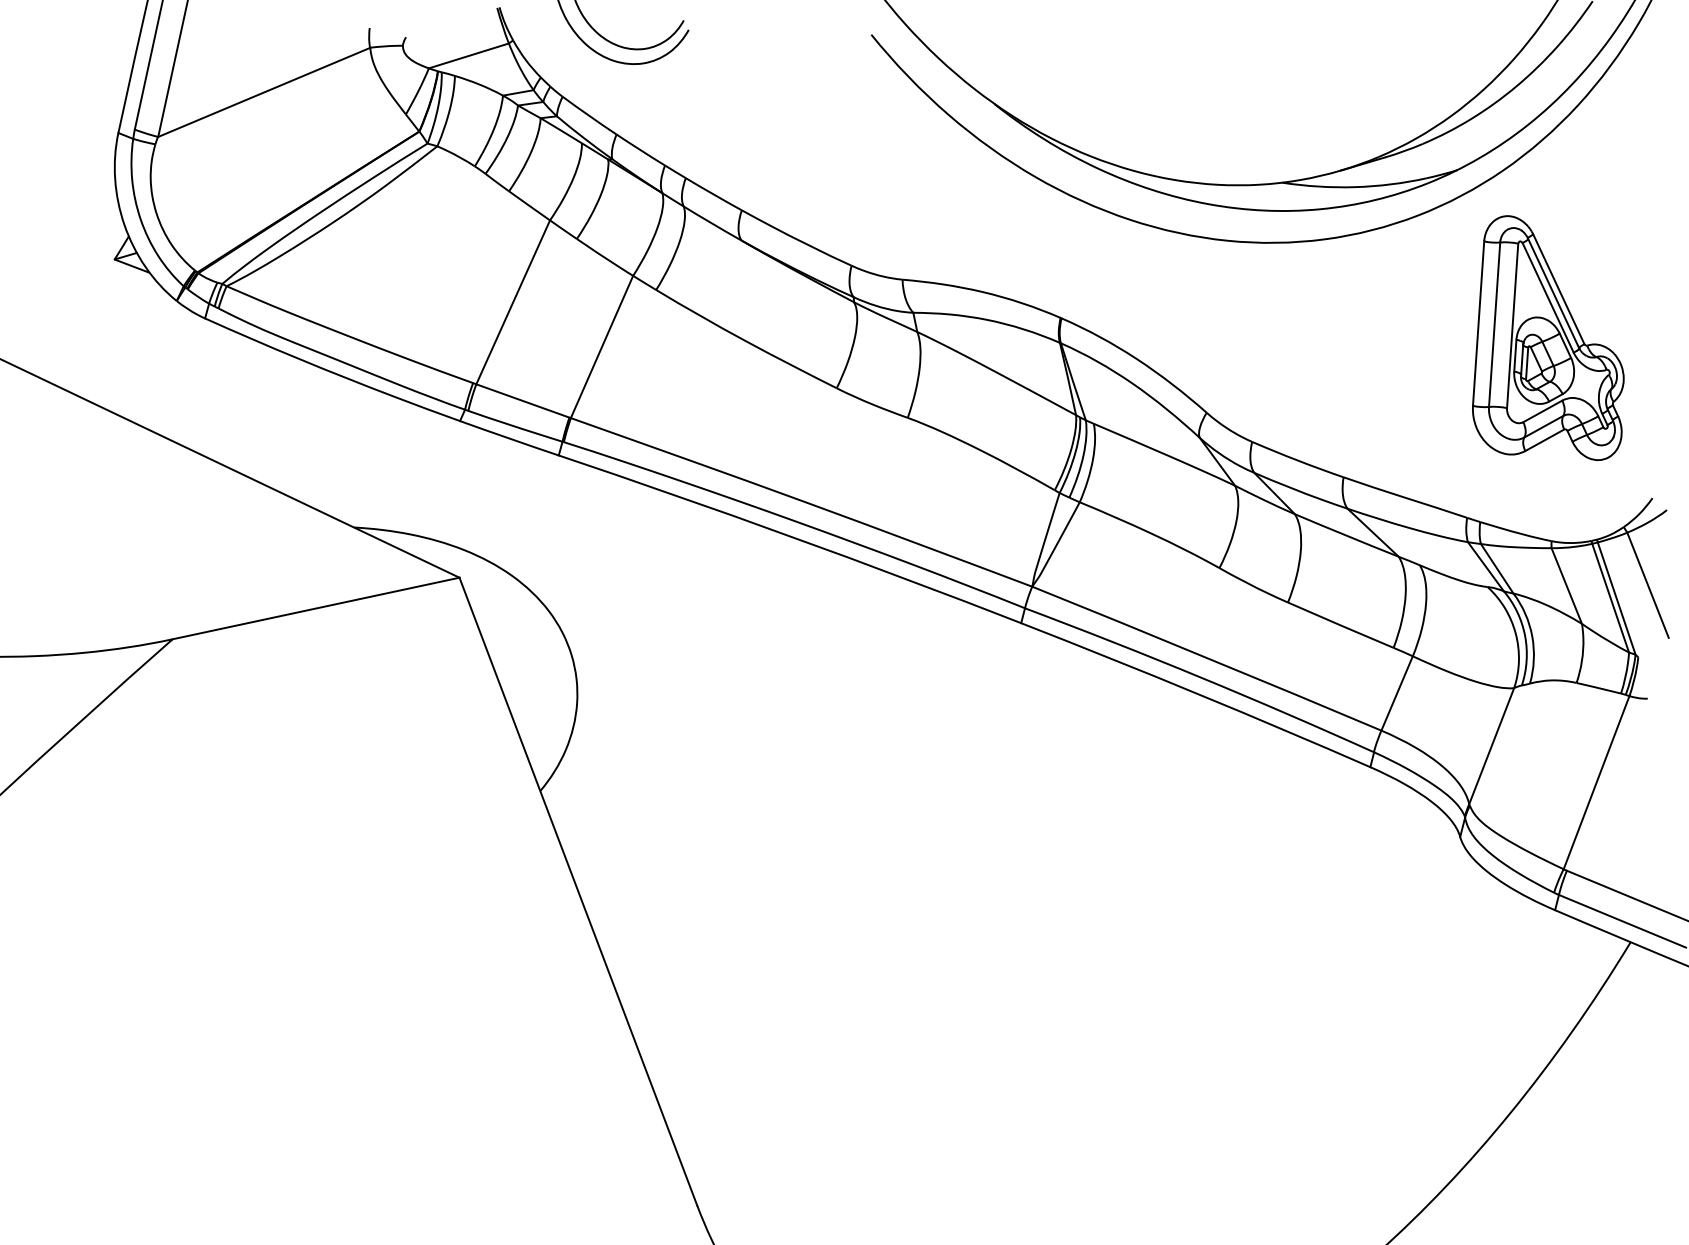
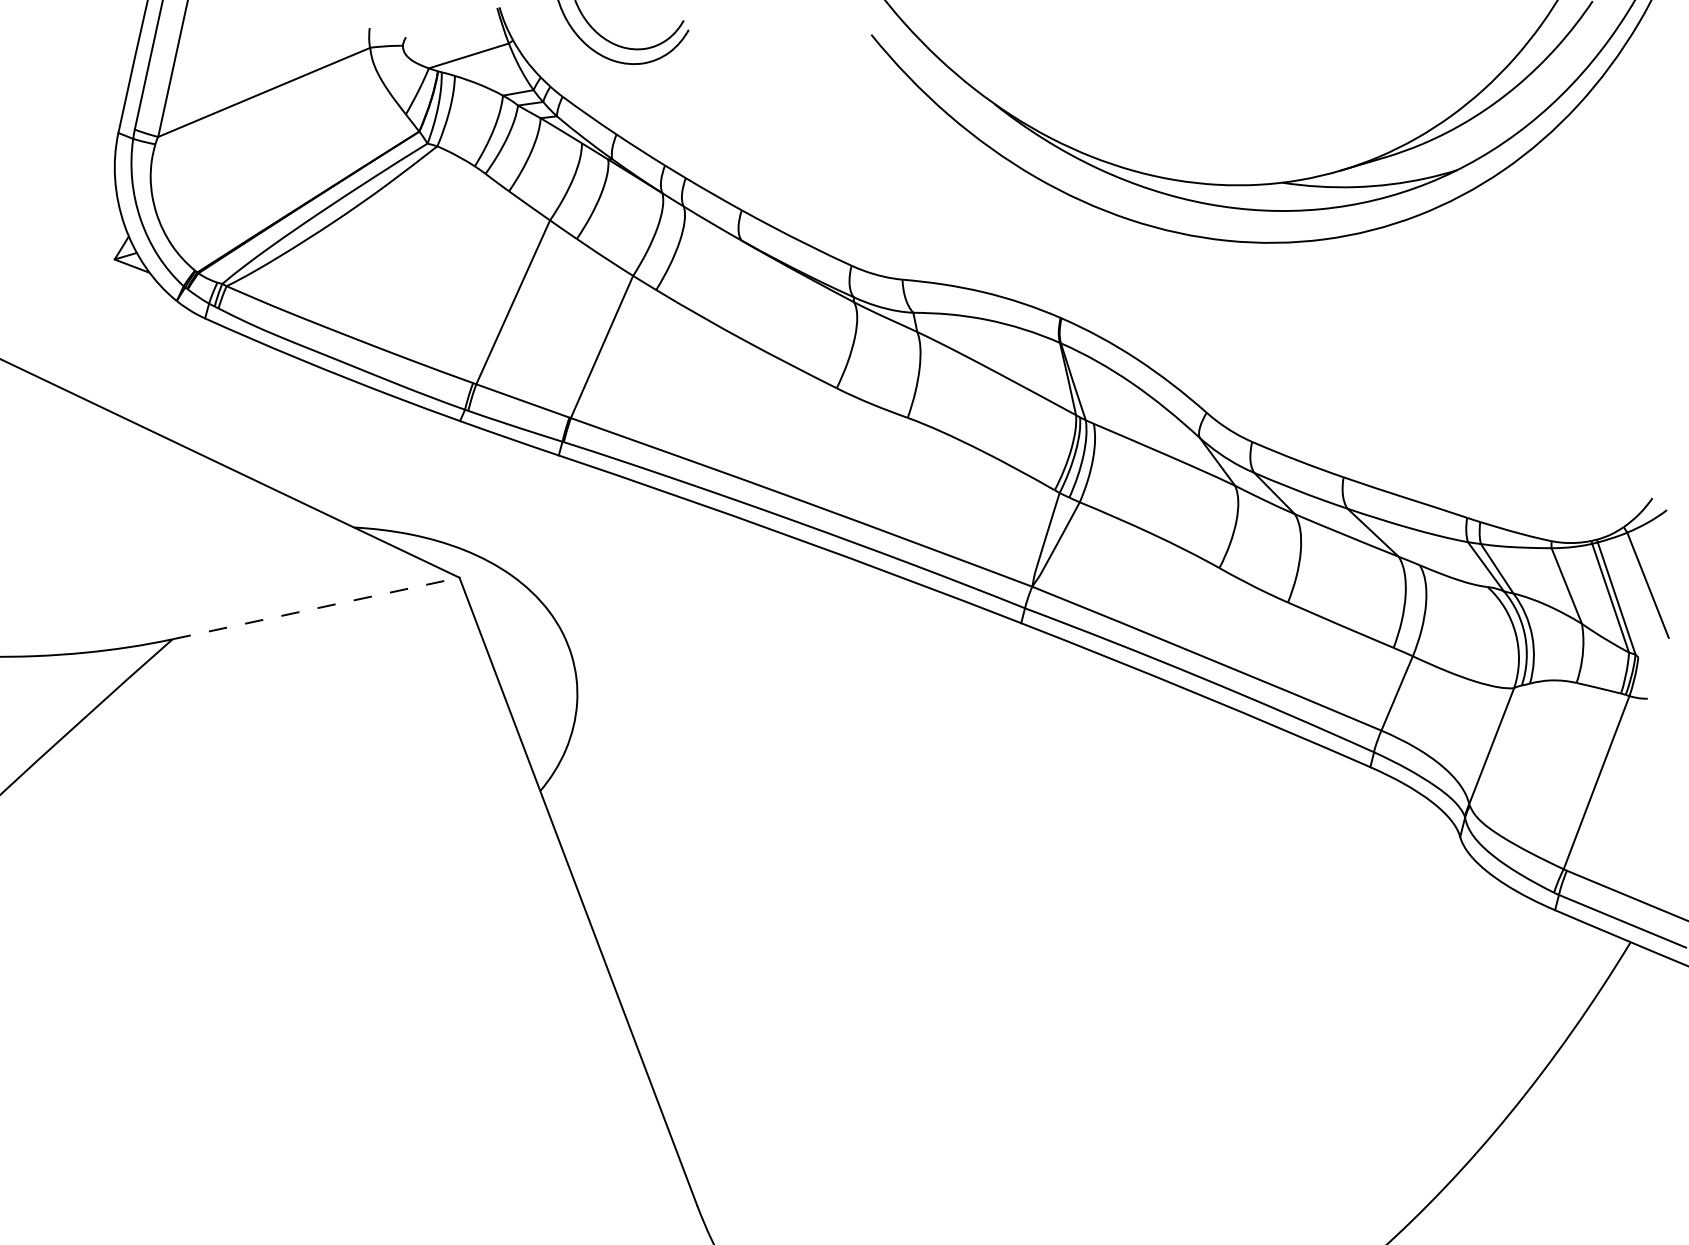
part at (1548, 337): present -> none
line at (316, 608): solid -> dashed
